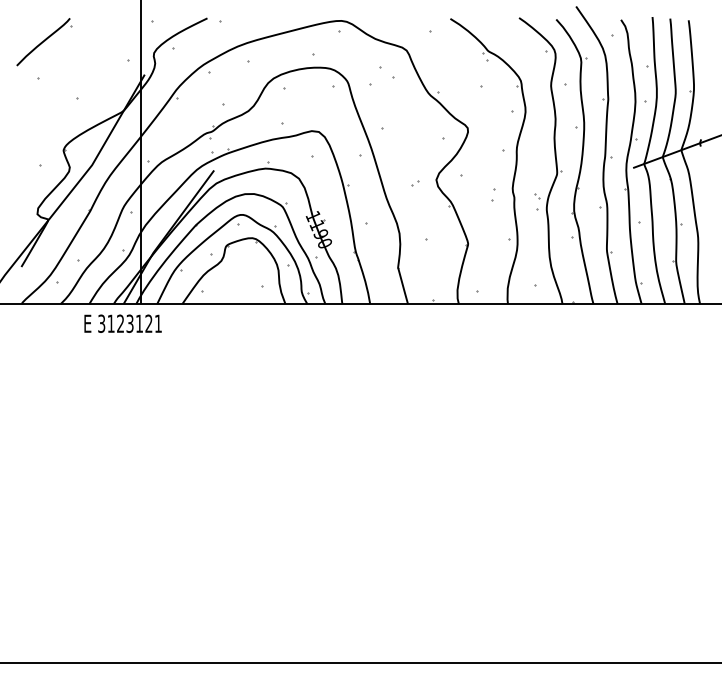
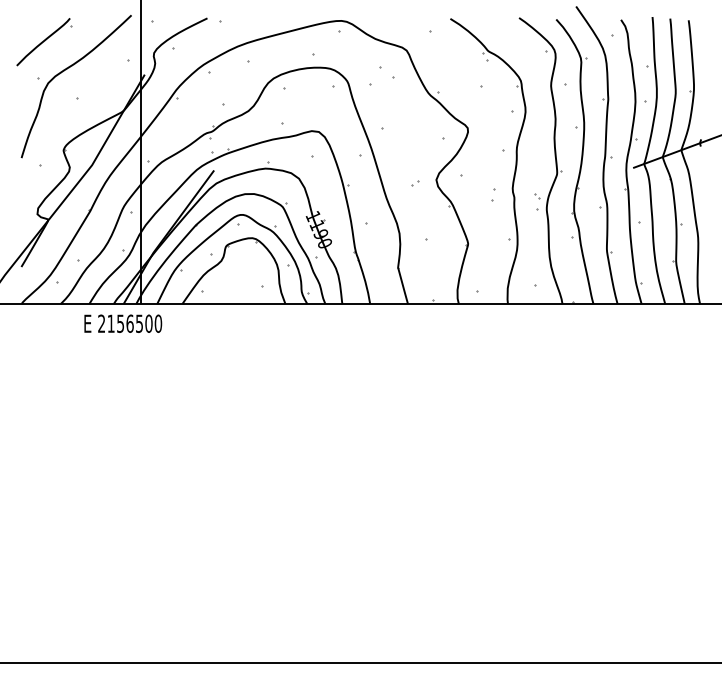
curve at (64, 71): none -> present
text at (130, 323): 3123121 -> 2156500
